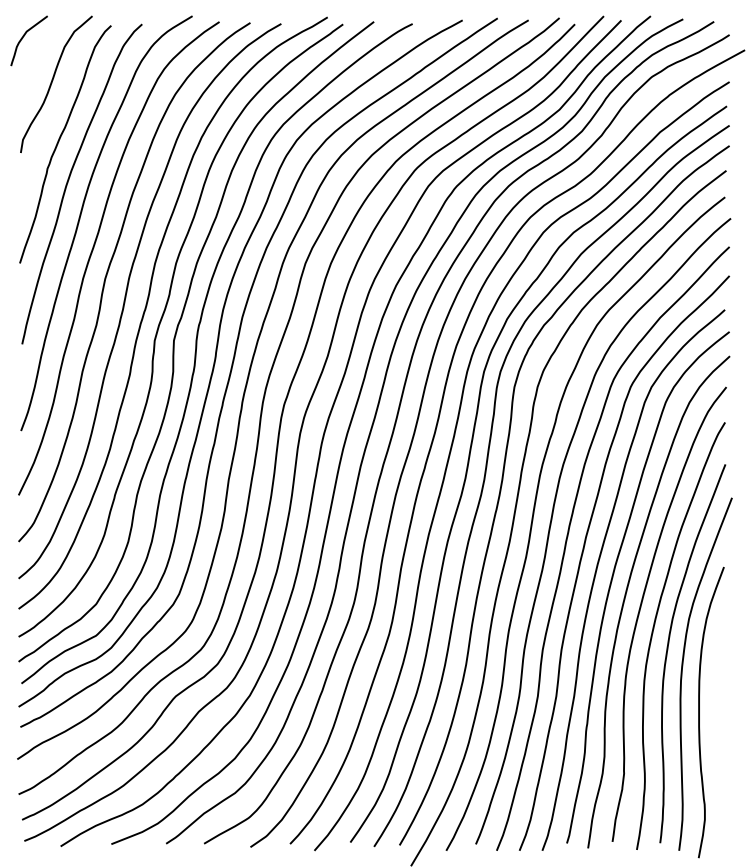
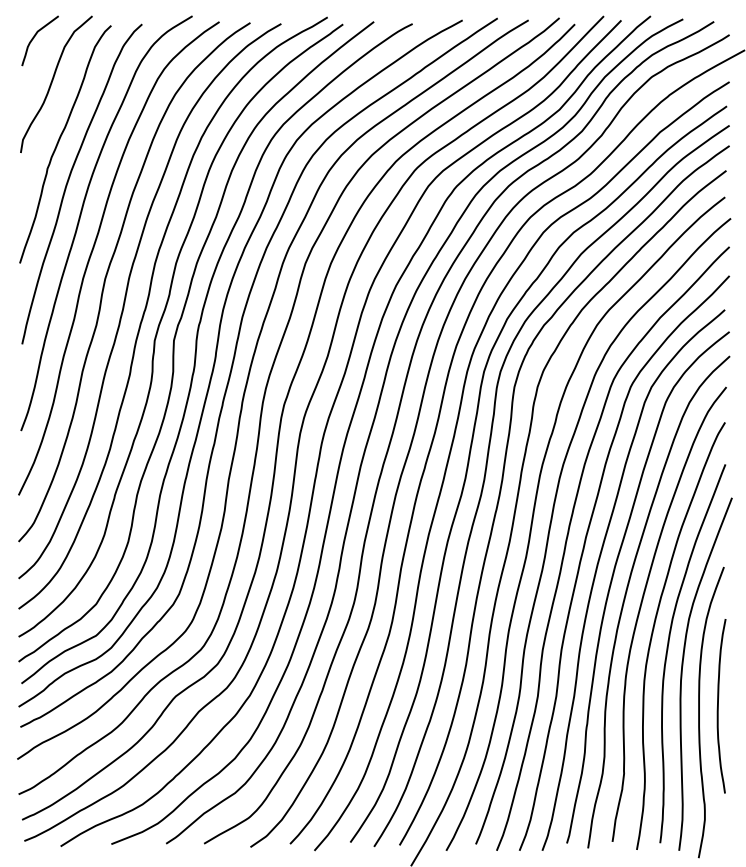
curve at (23, 38) position: (23, 38) -> (34, 38)
curve at (718, 706): none -> present
